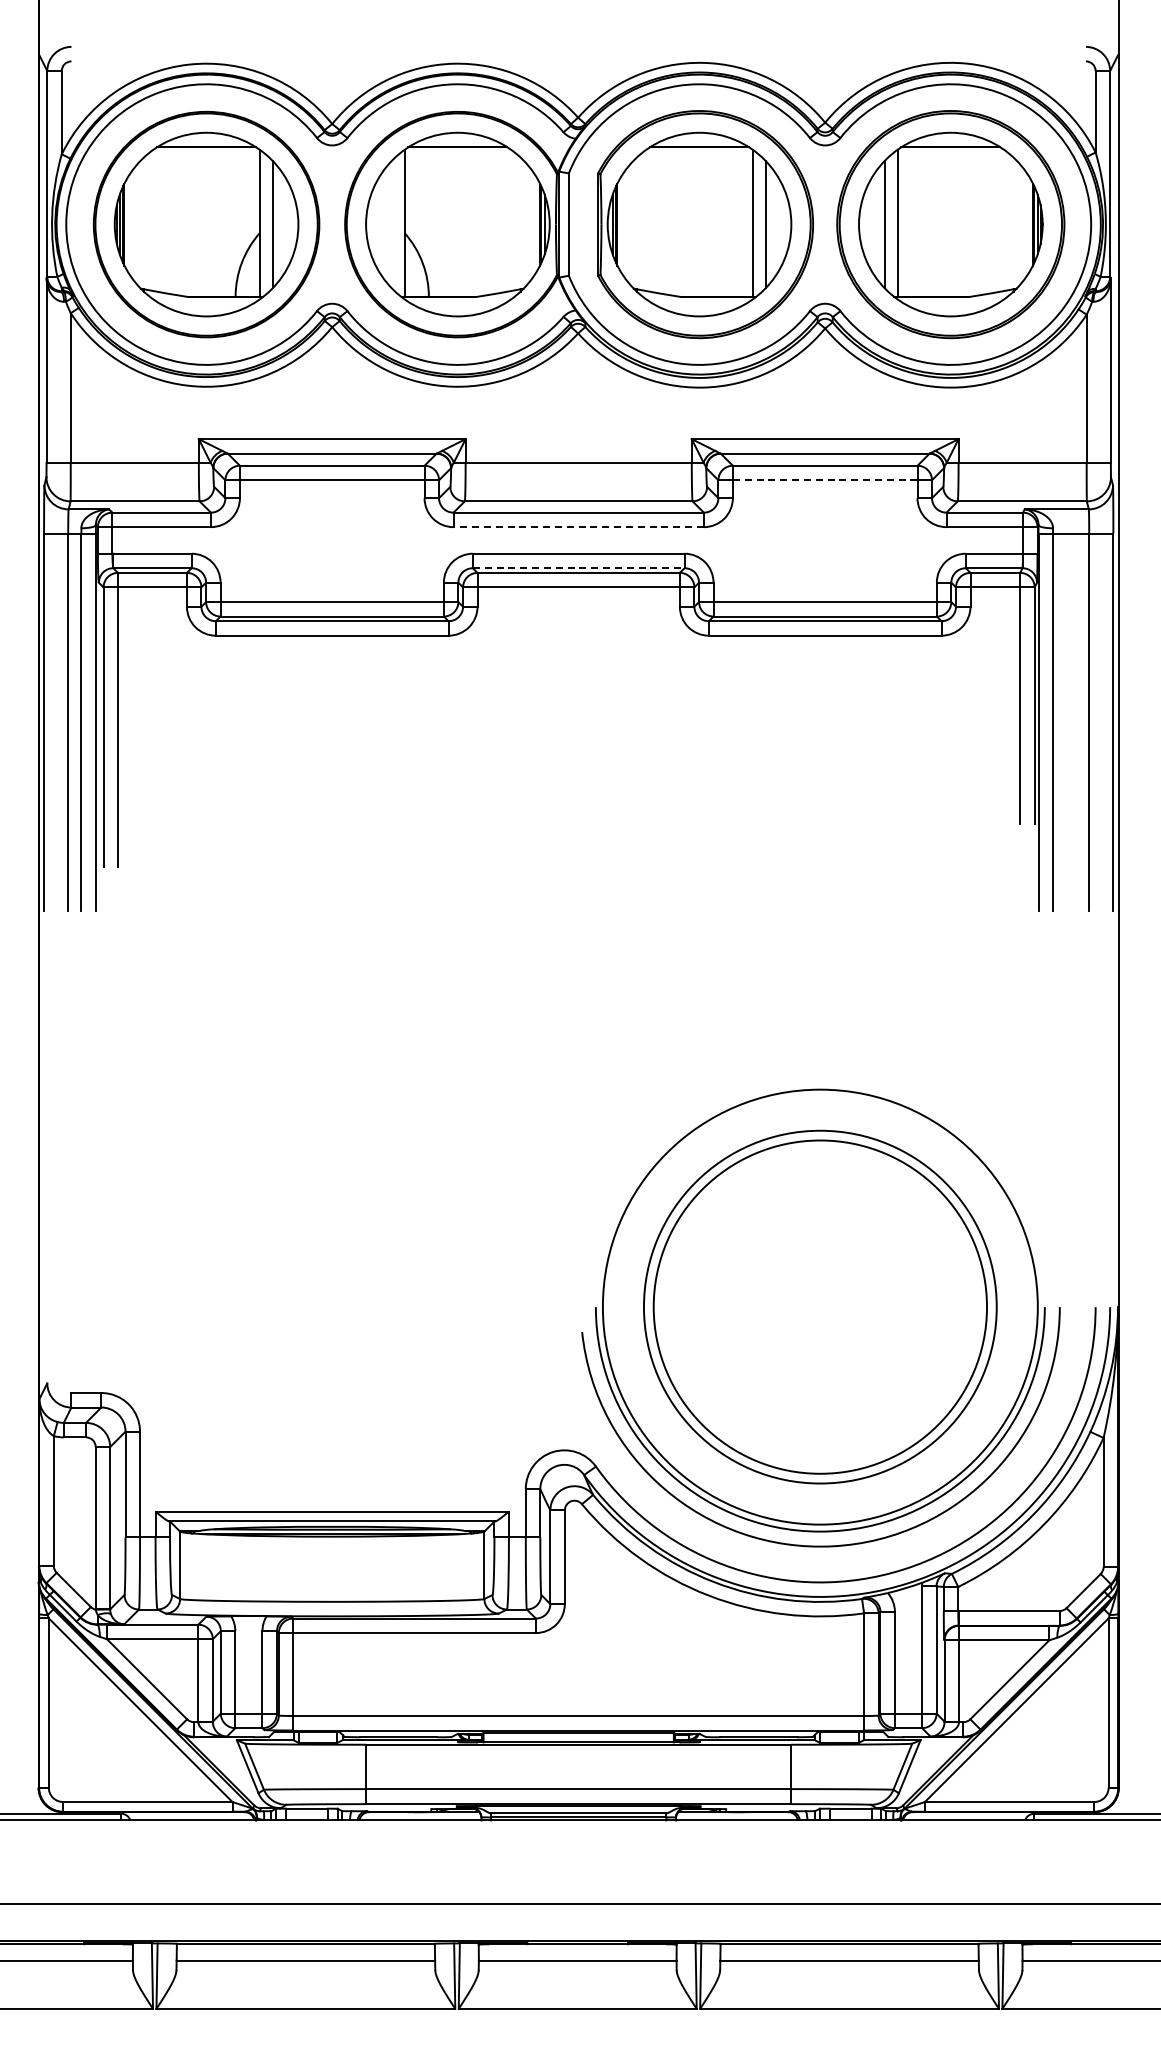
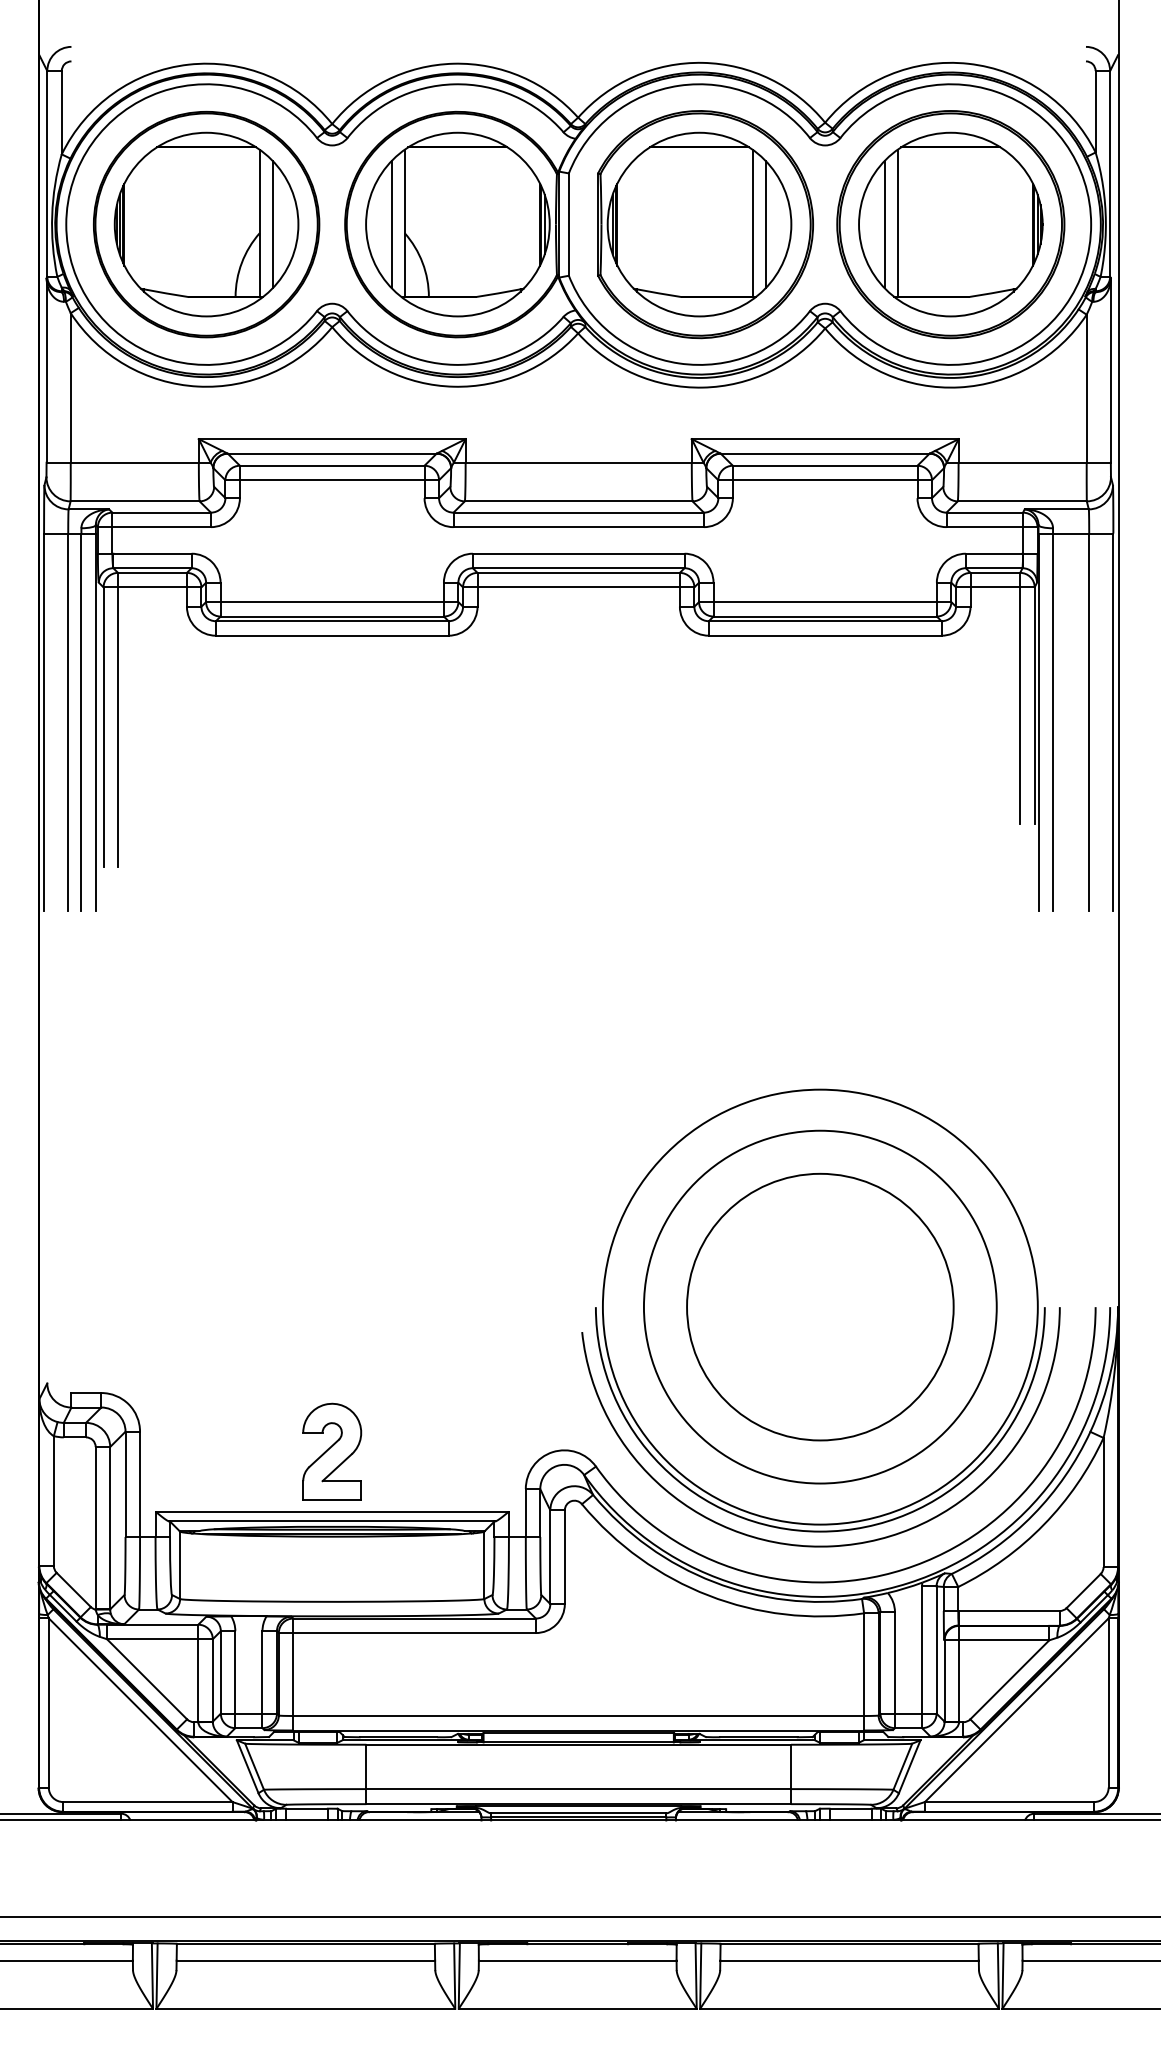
line at (391, 224): none -> present
line at (825, 480): dashed -> solid
line at (578, 527): dashed -> solid
line at (578, 568): dashed -> solid
circle at (820, 1306) diameter: 333 px -> 267 px
part at (332, 1451): none -> present
line at (579, 1903) position: (579, 1903) -> (579, 1916)
